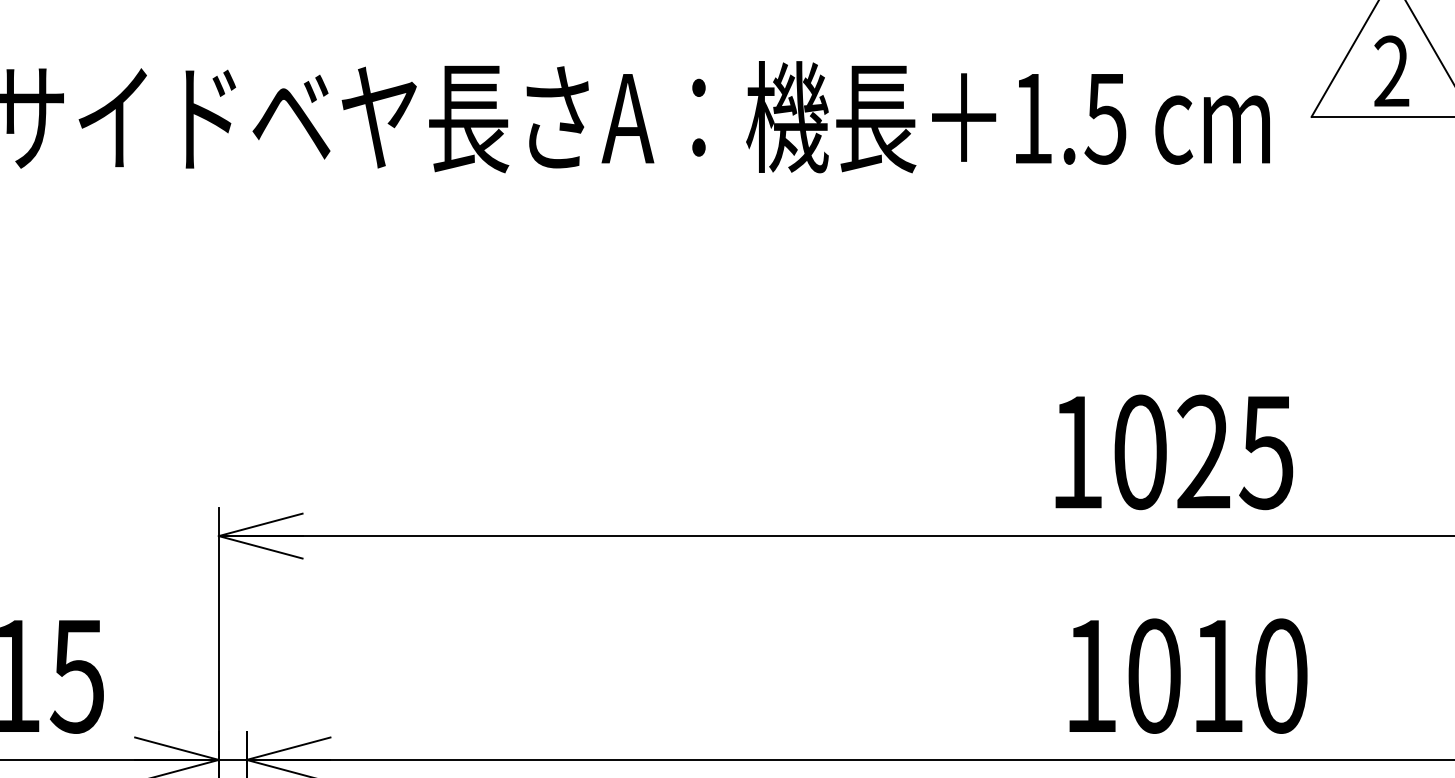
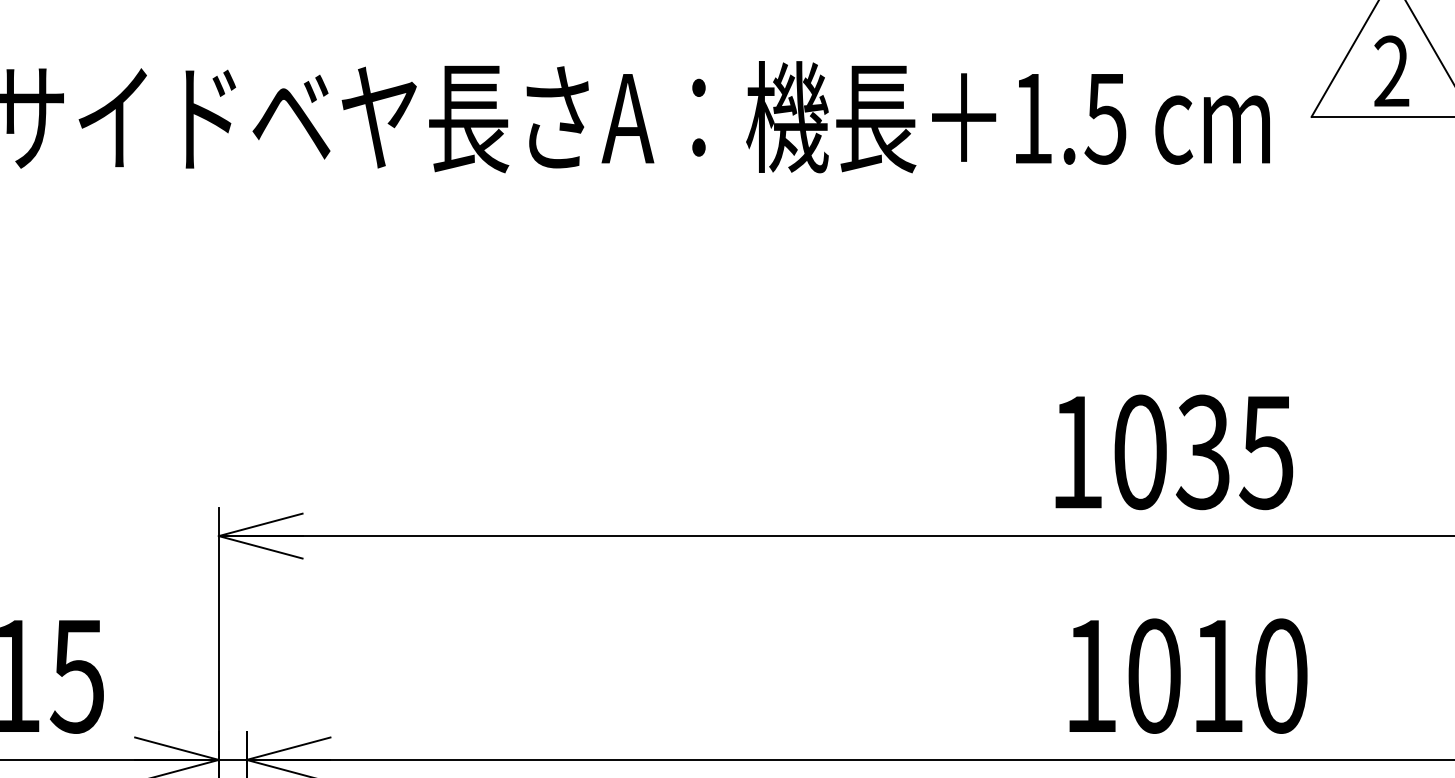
text at (1203, 452): 1025 -> 1035
